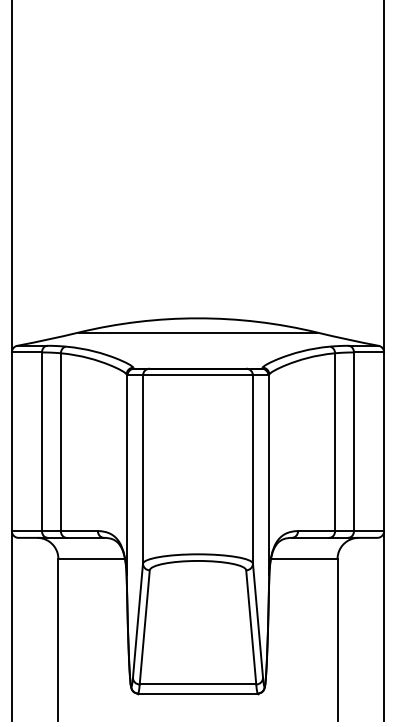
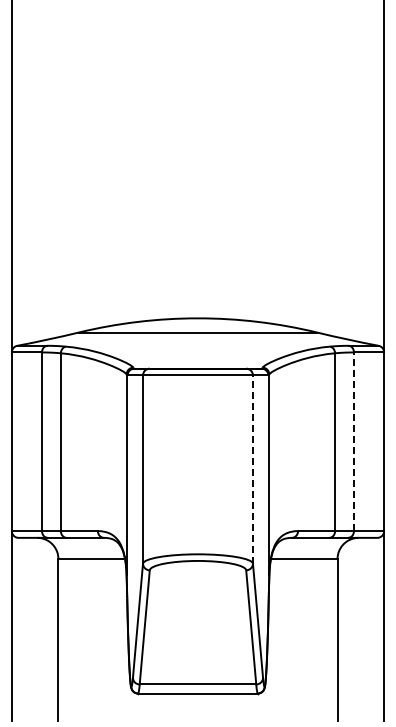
line at (353, 441): solid -> dashed
line at (252, 469): solid -> dashed
